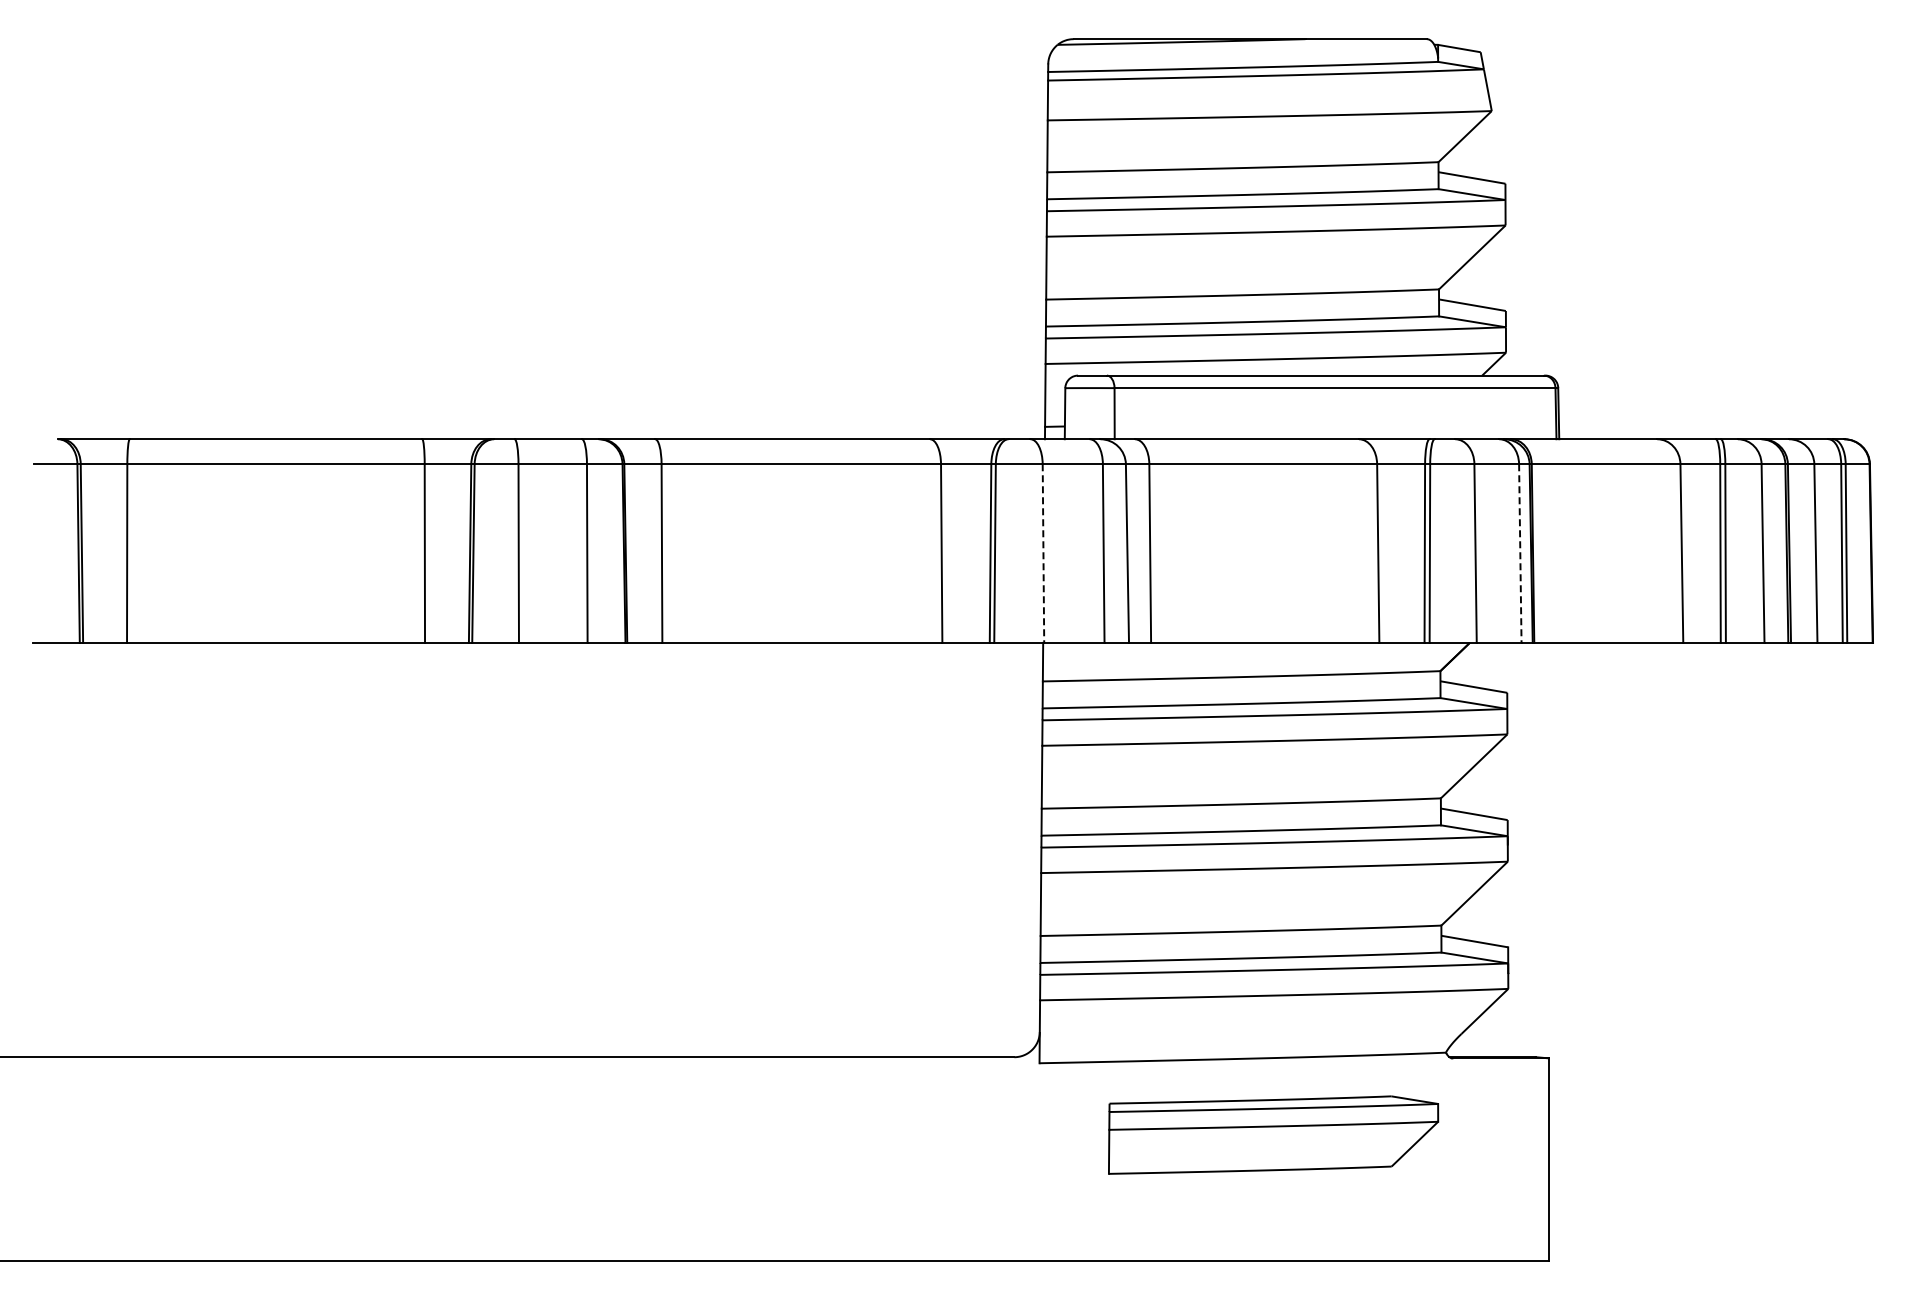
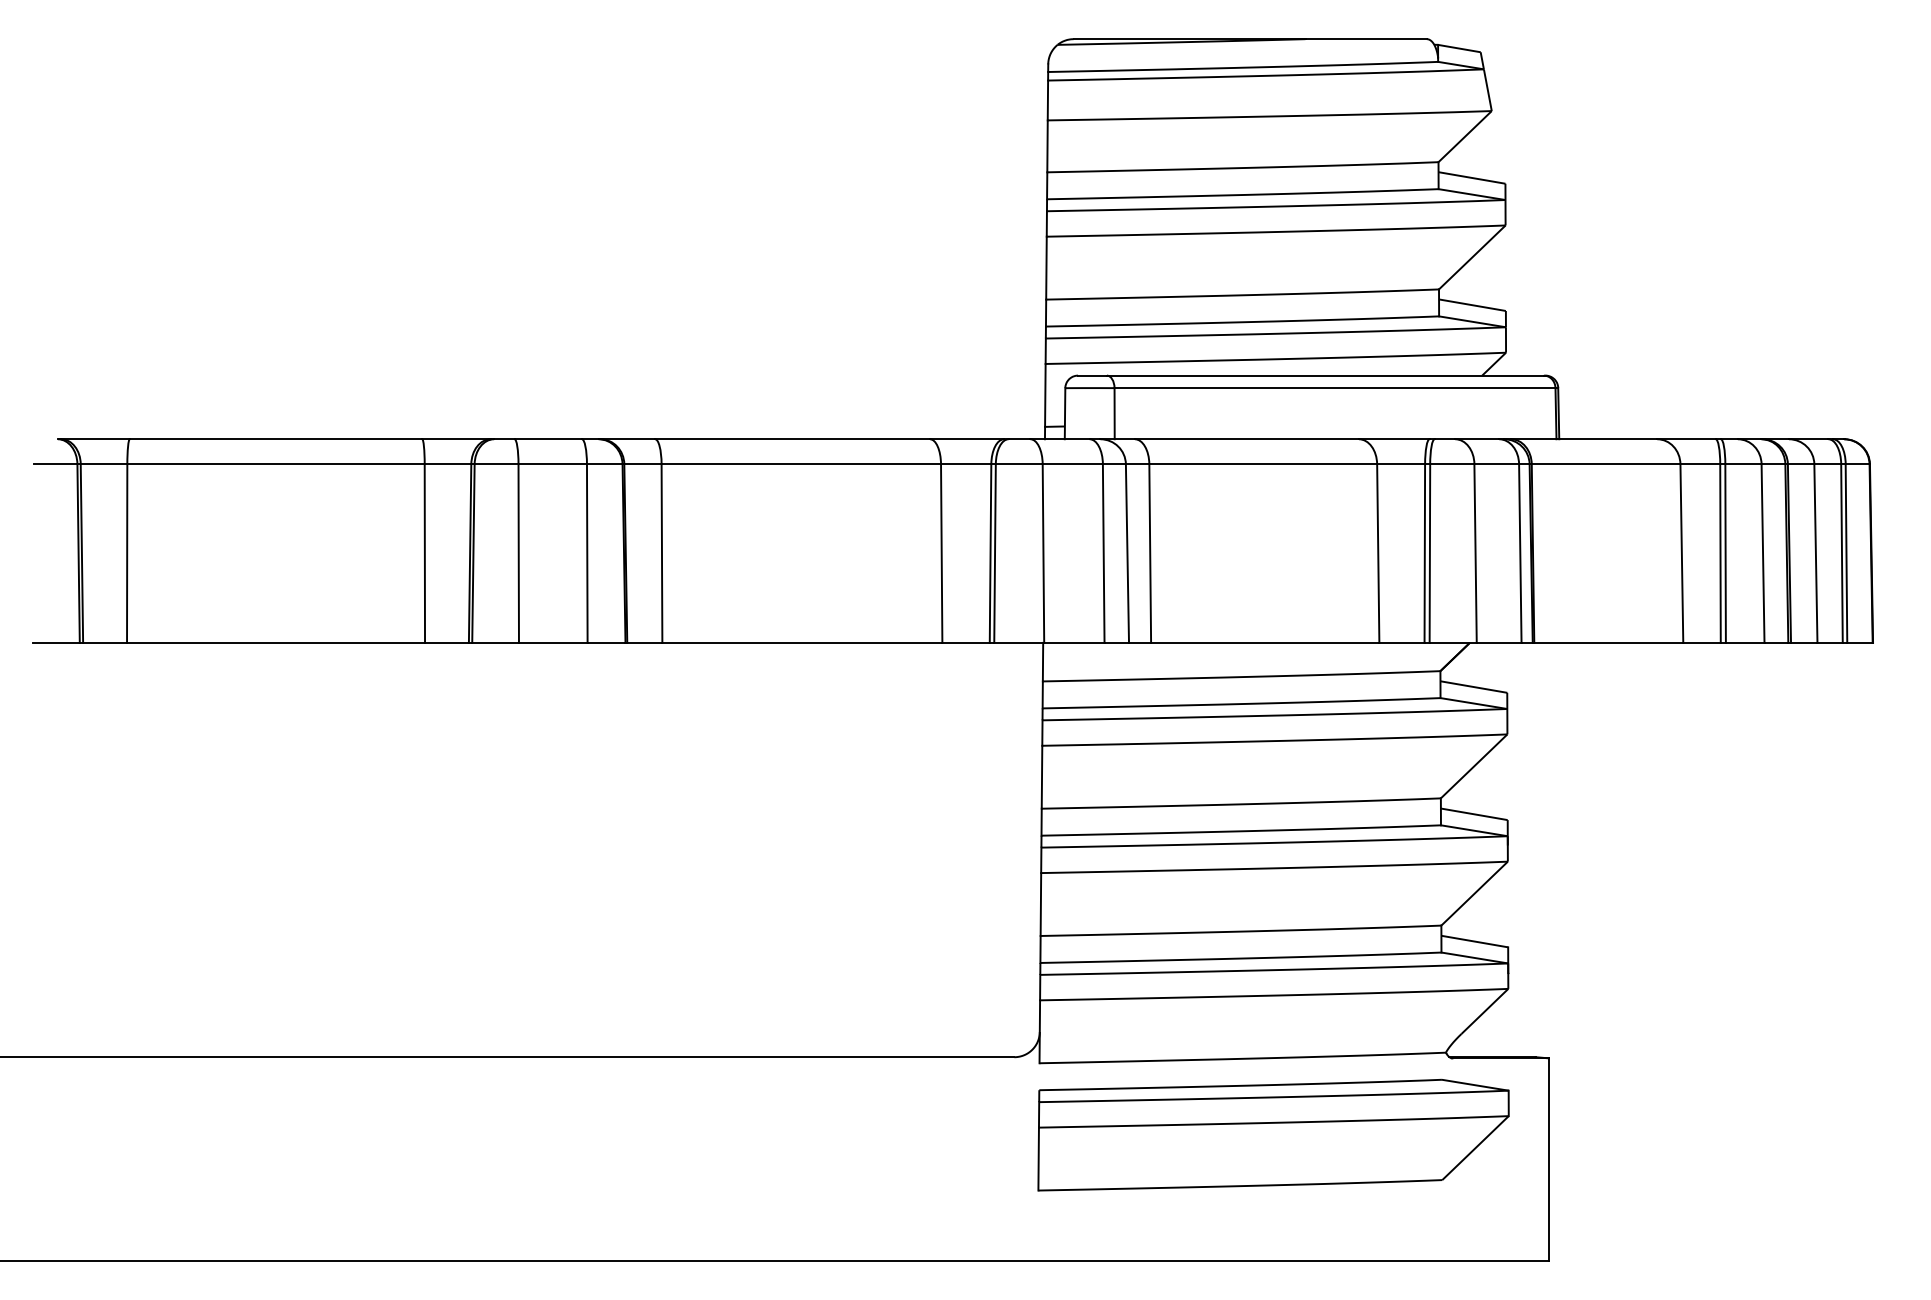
line at (1043, 554): dashed -> solid
line at (1520, 554): dashed -> solid
part at (1273, 1134) size: 332x80 px -> 473x114 px
